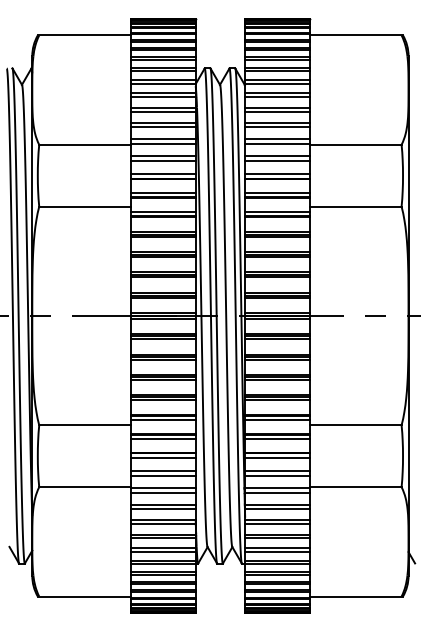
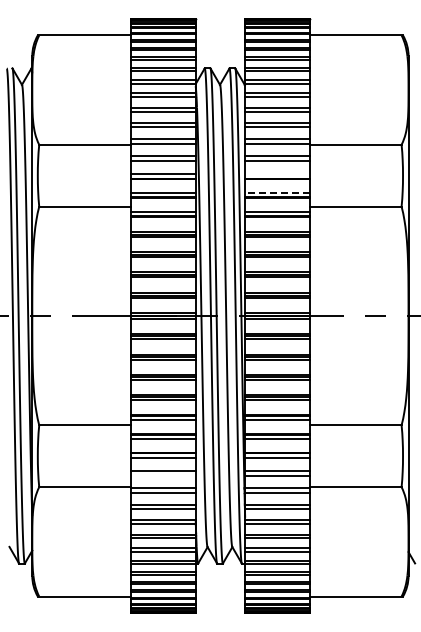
line at (277, 174): present -> none
line at (276, 192): solid -> dashed
line at (163, 475): present -> none
